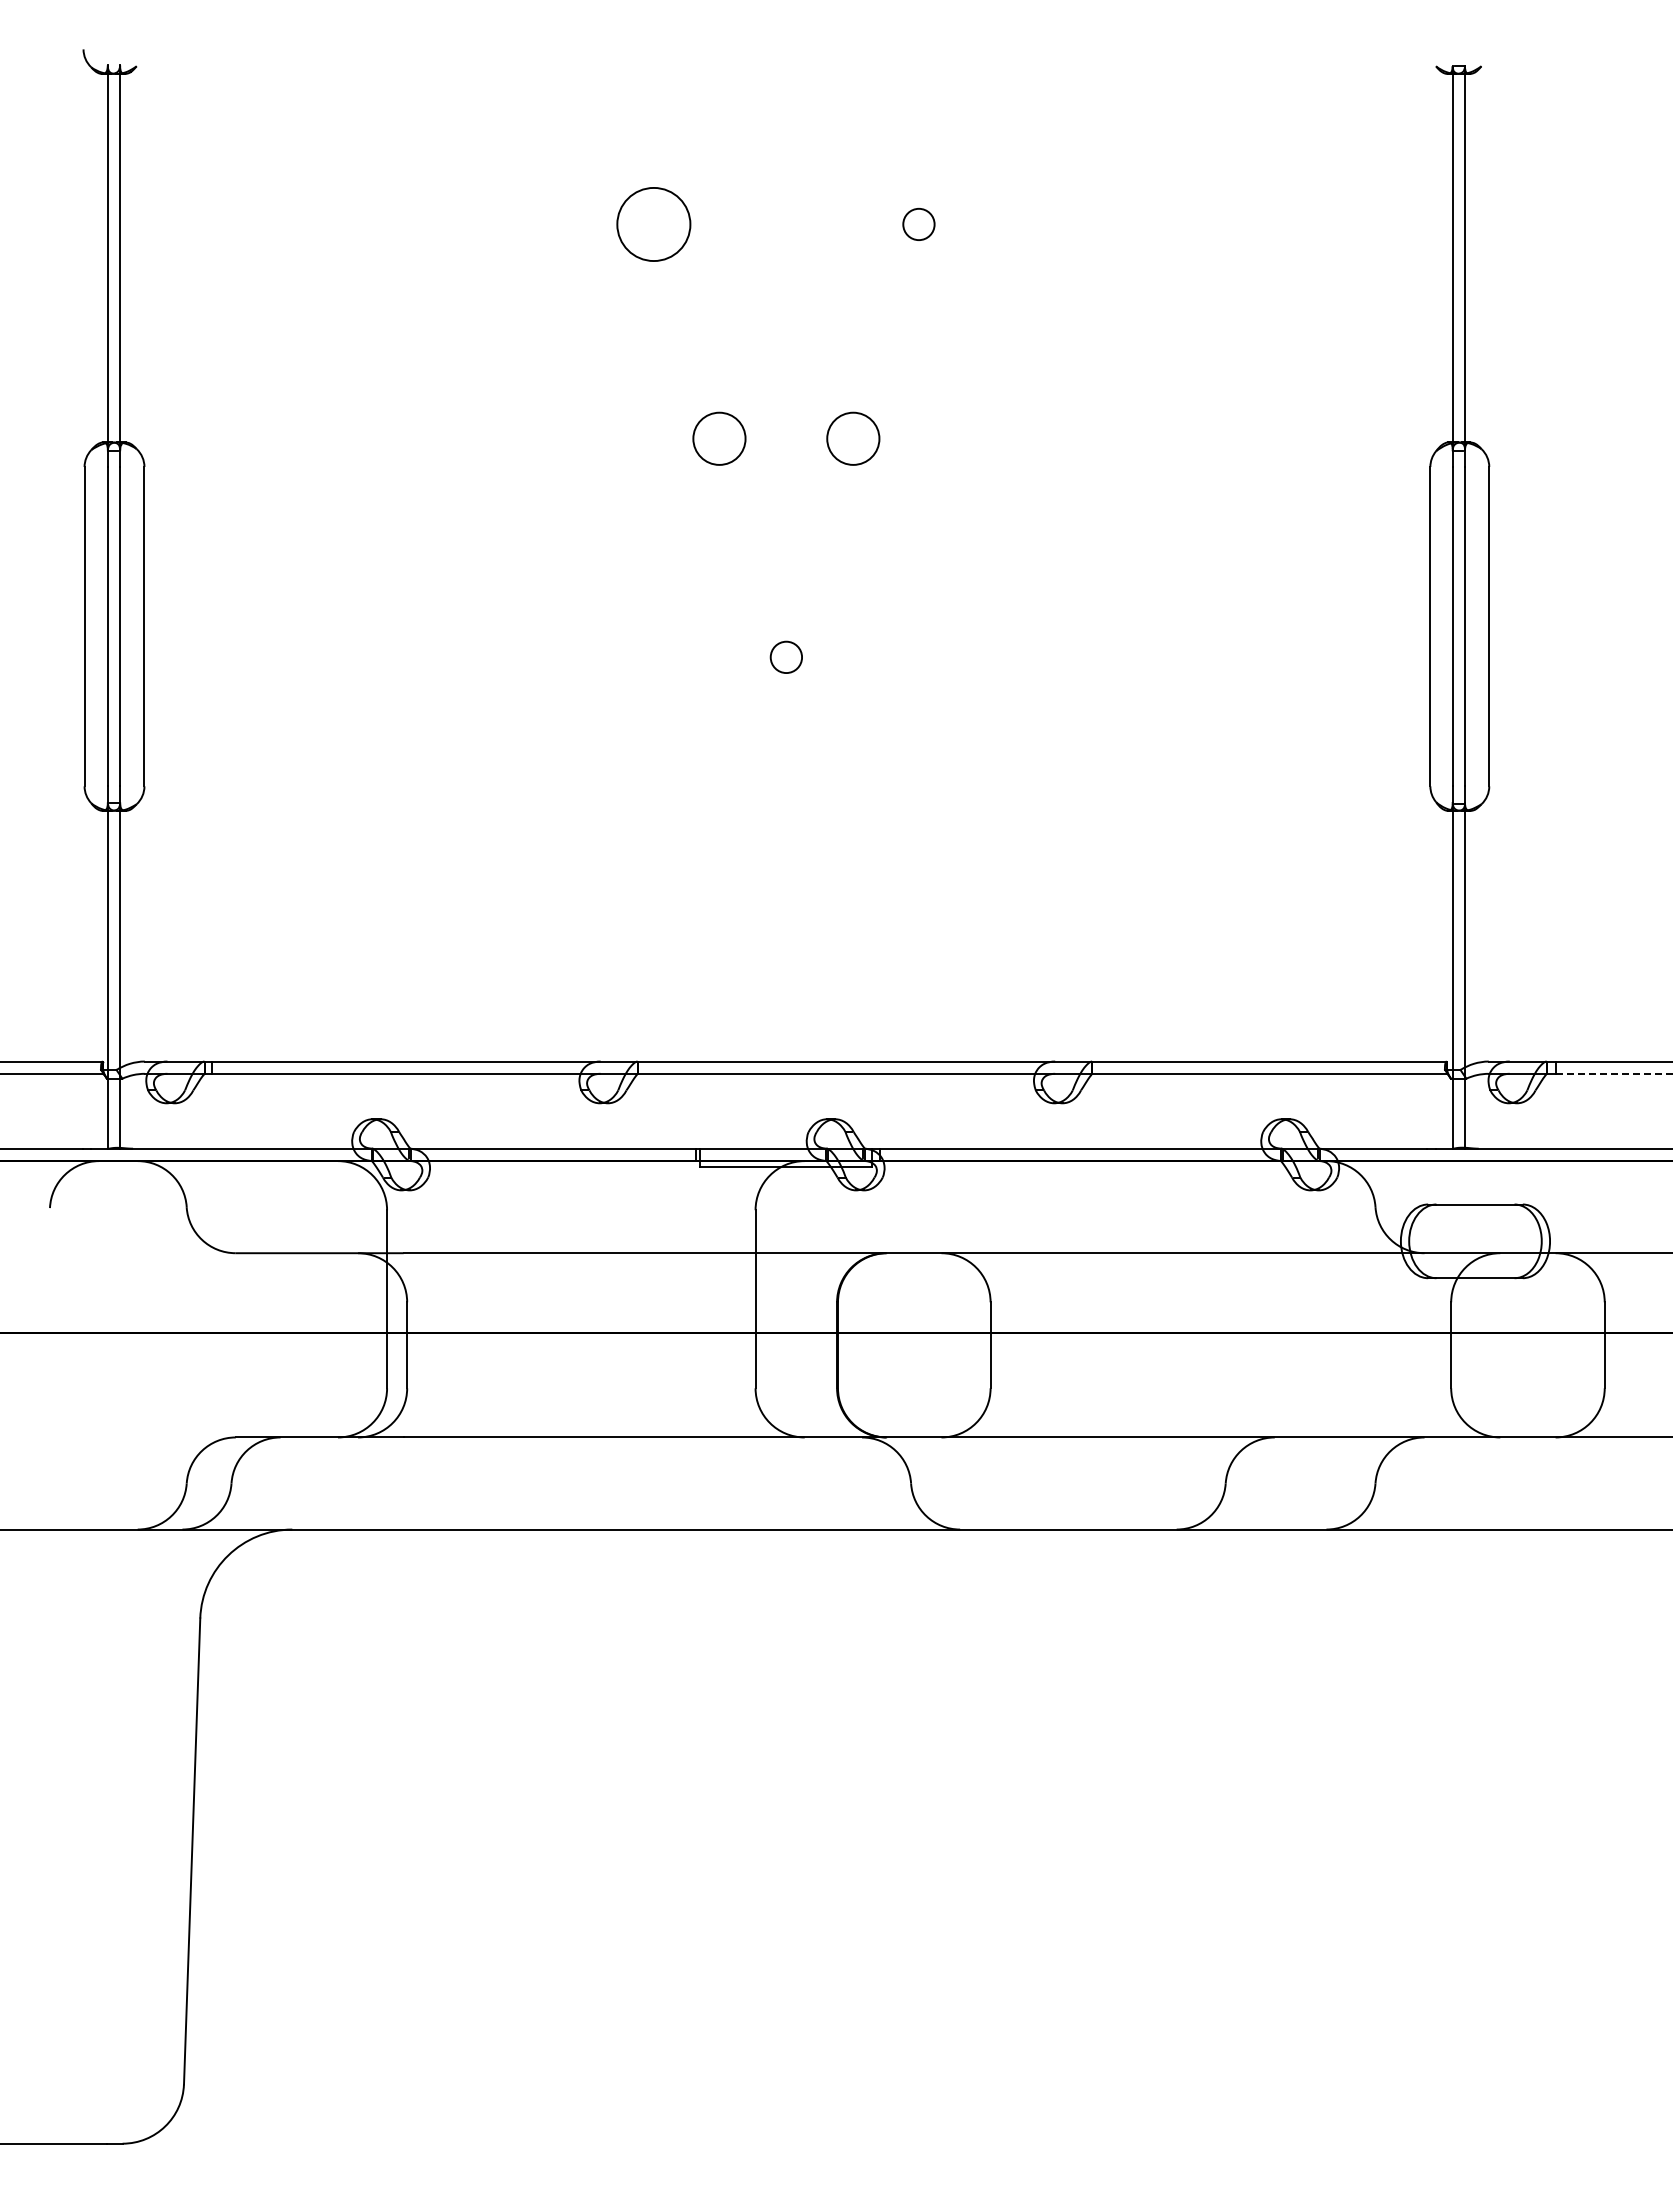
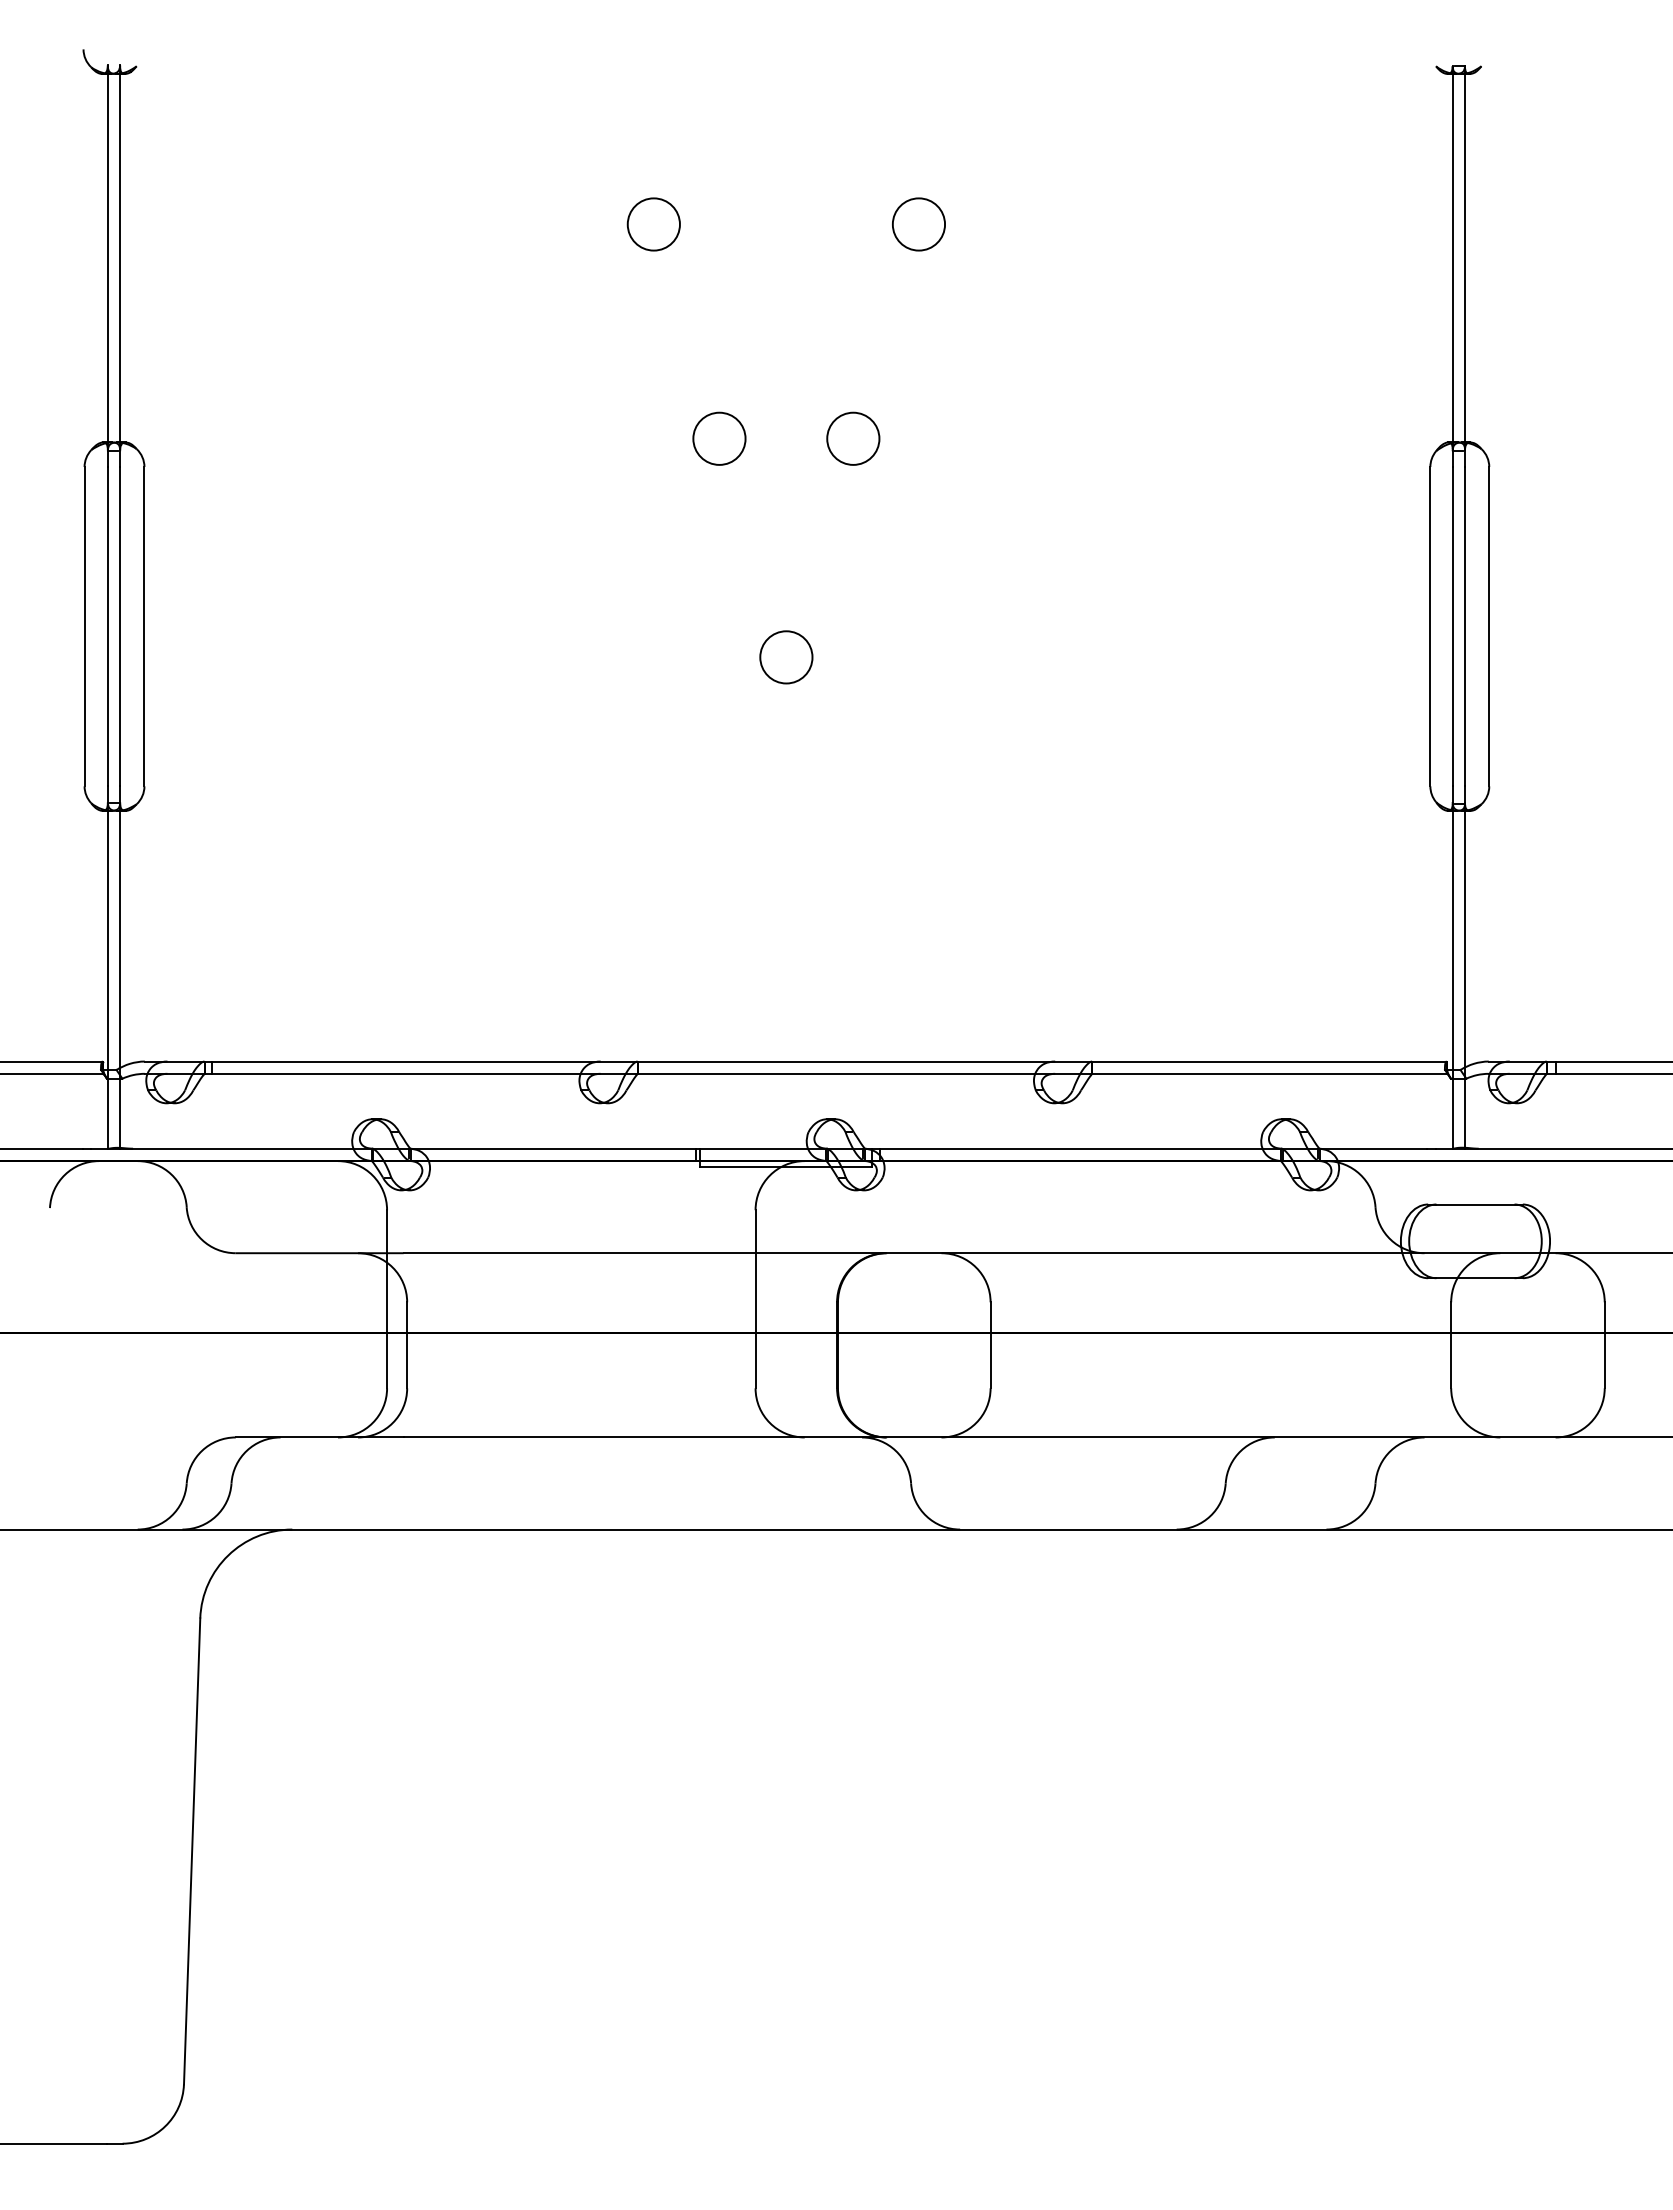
circle at (653, 224) diameter: 73 px -> 52 px
circle at (918, 224) size: 34x33 px -> 54x55 px
circle at (786, 657) diameter: 31 px -> 52 px
line at (1614, 1073): dashed -> solid
